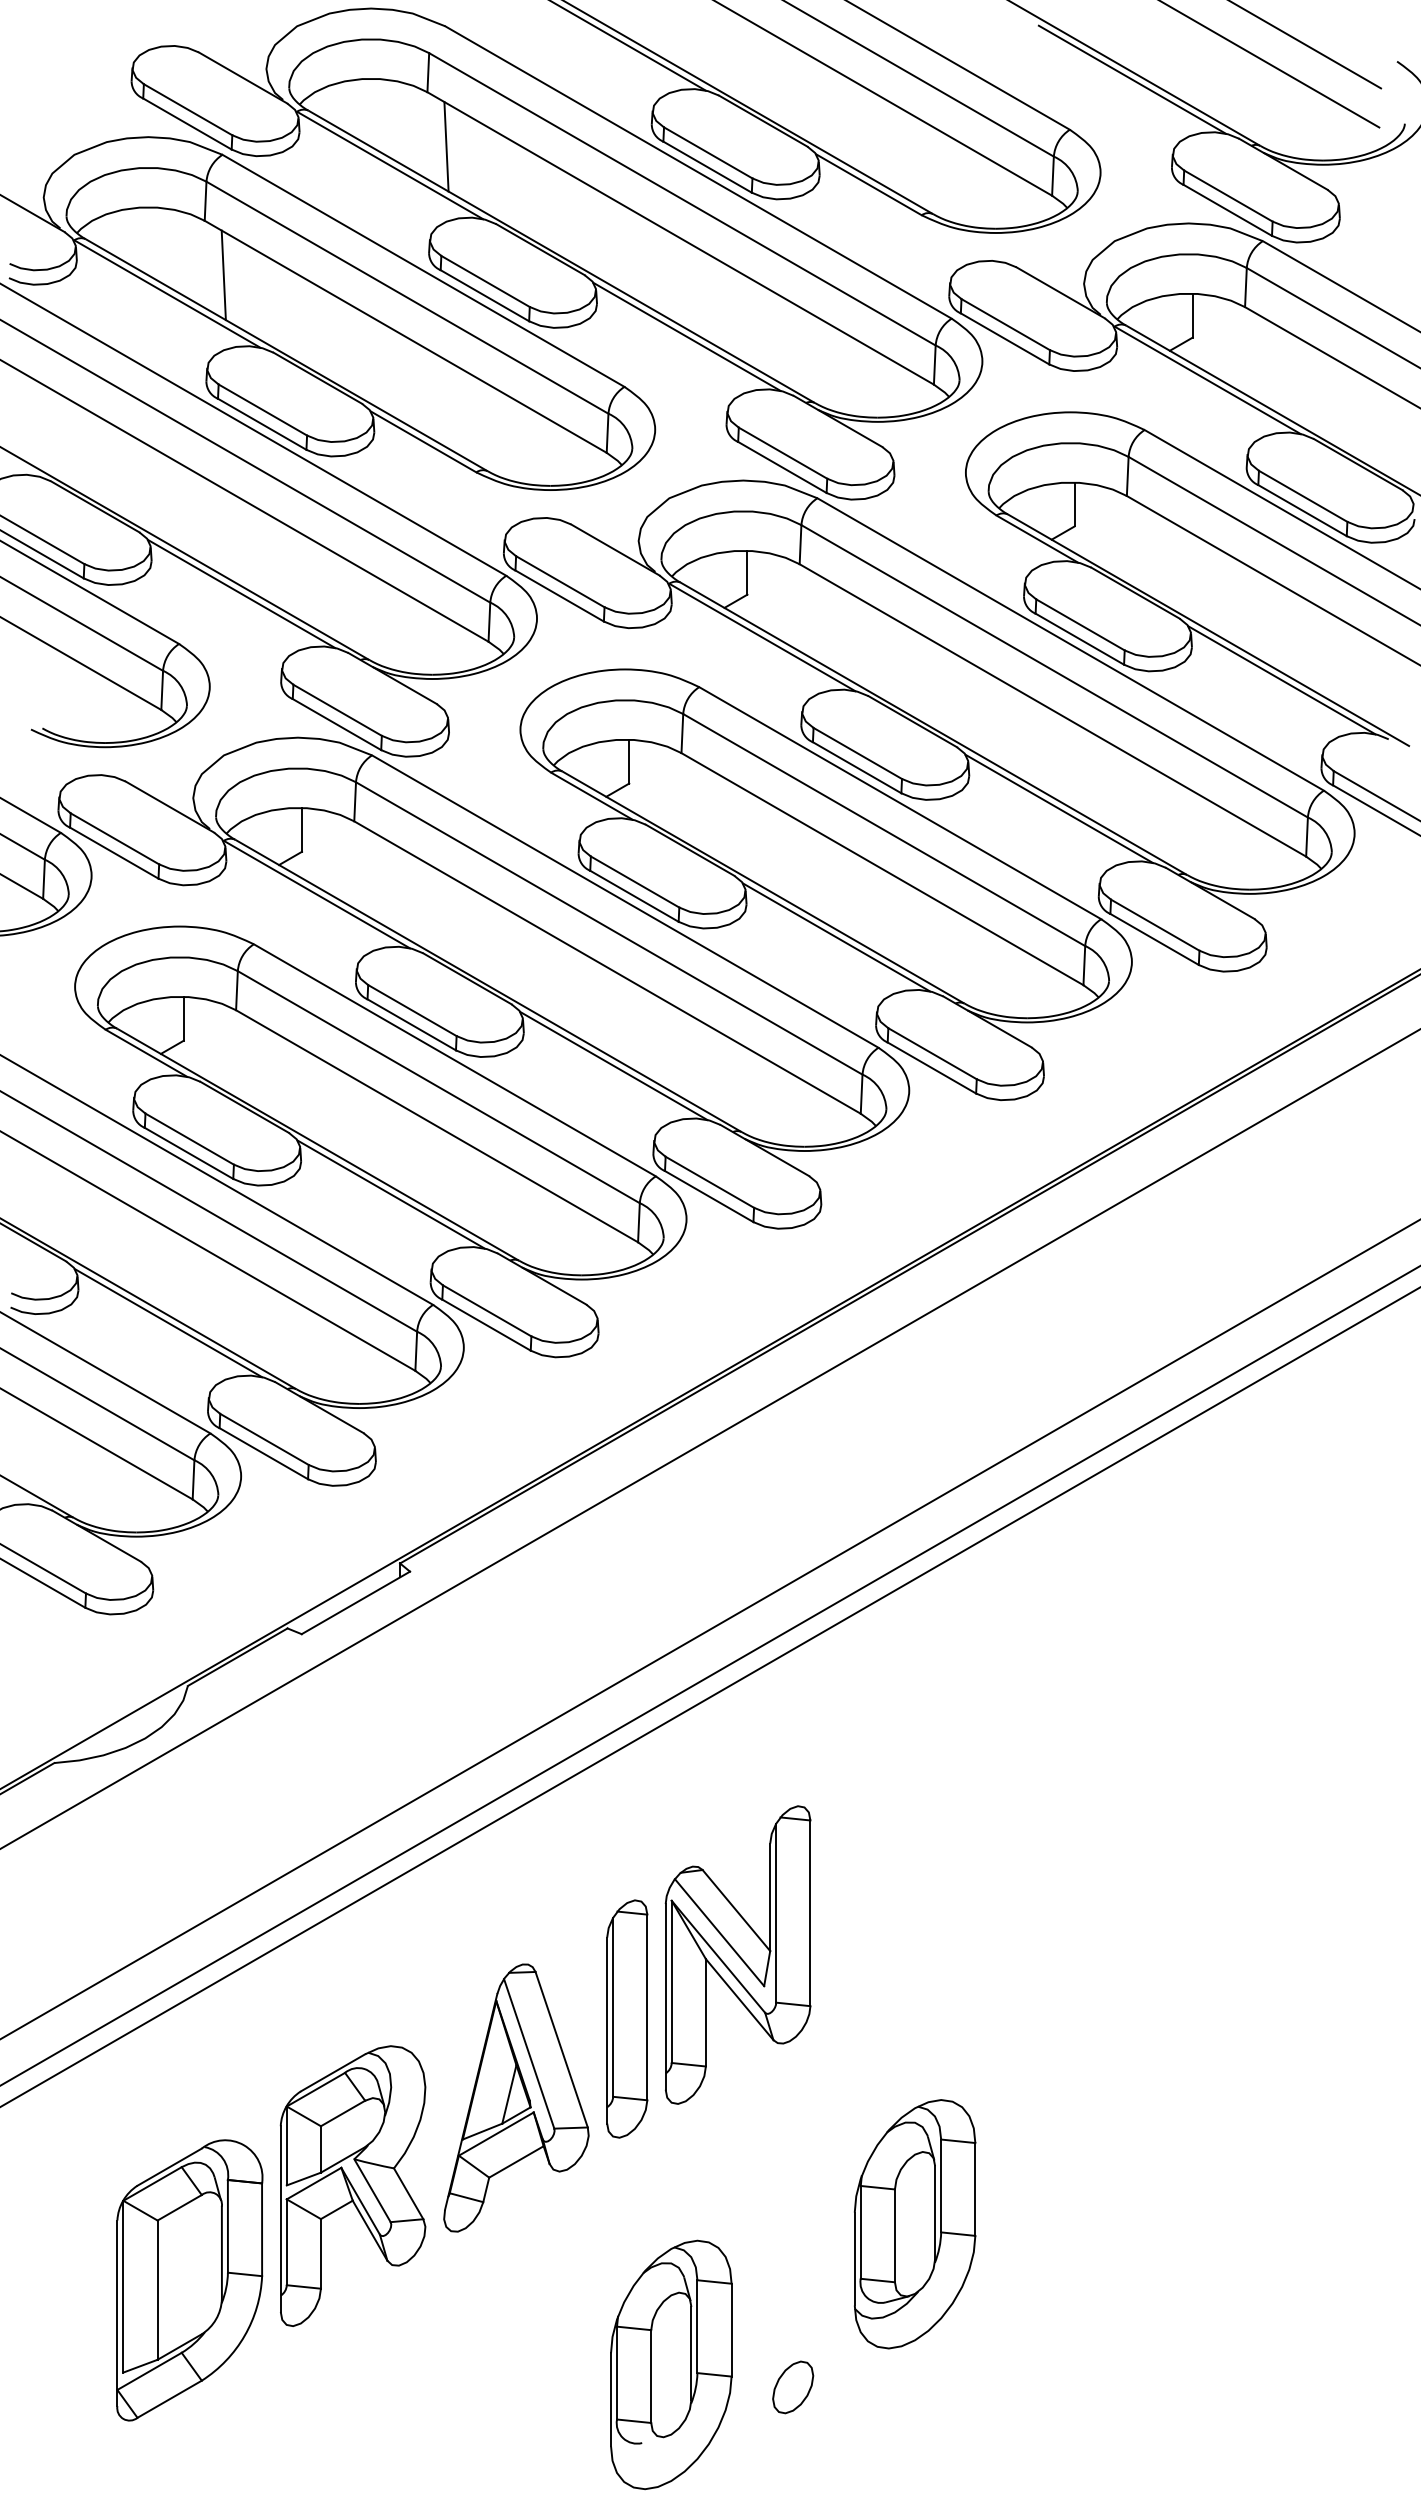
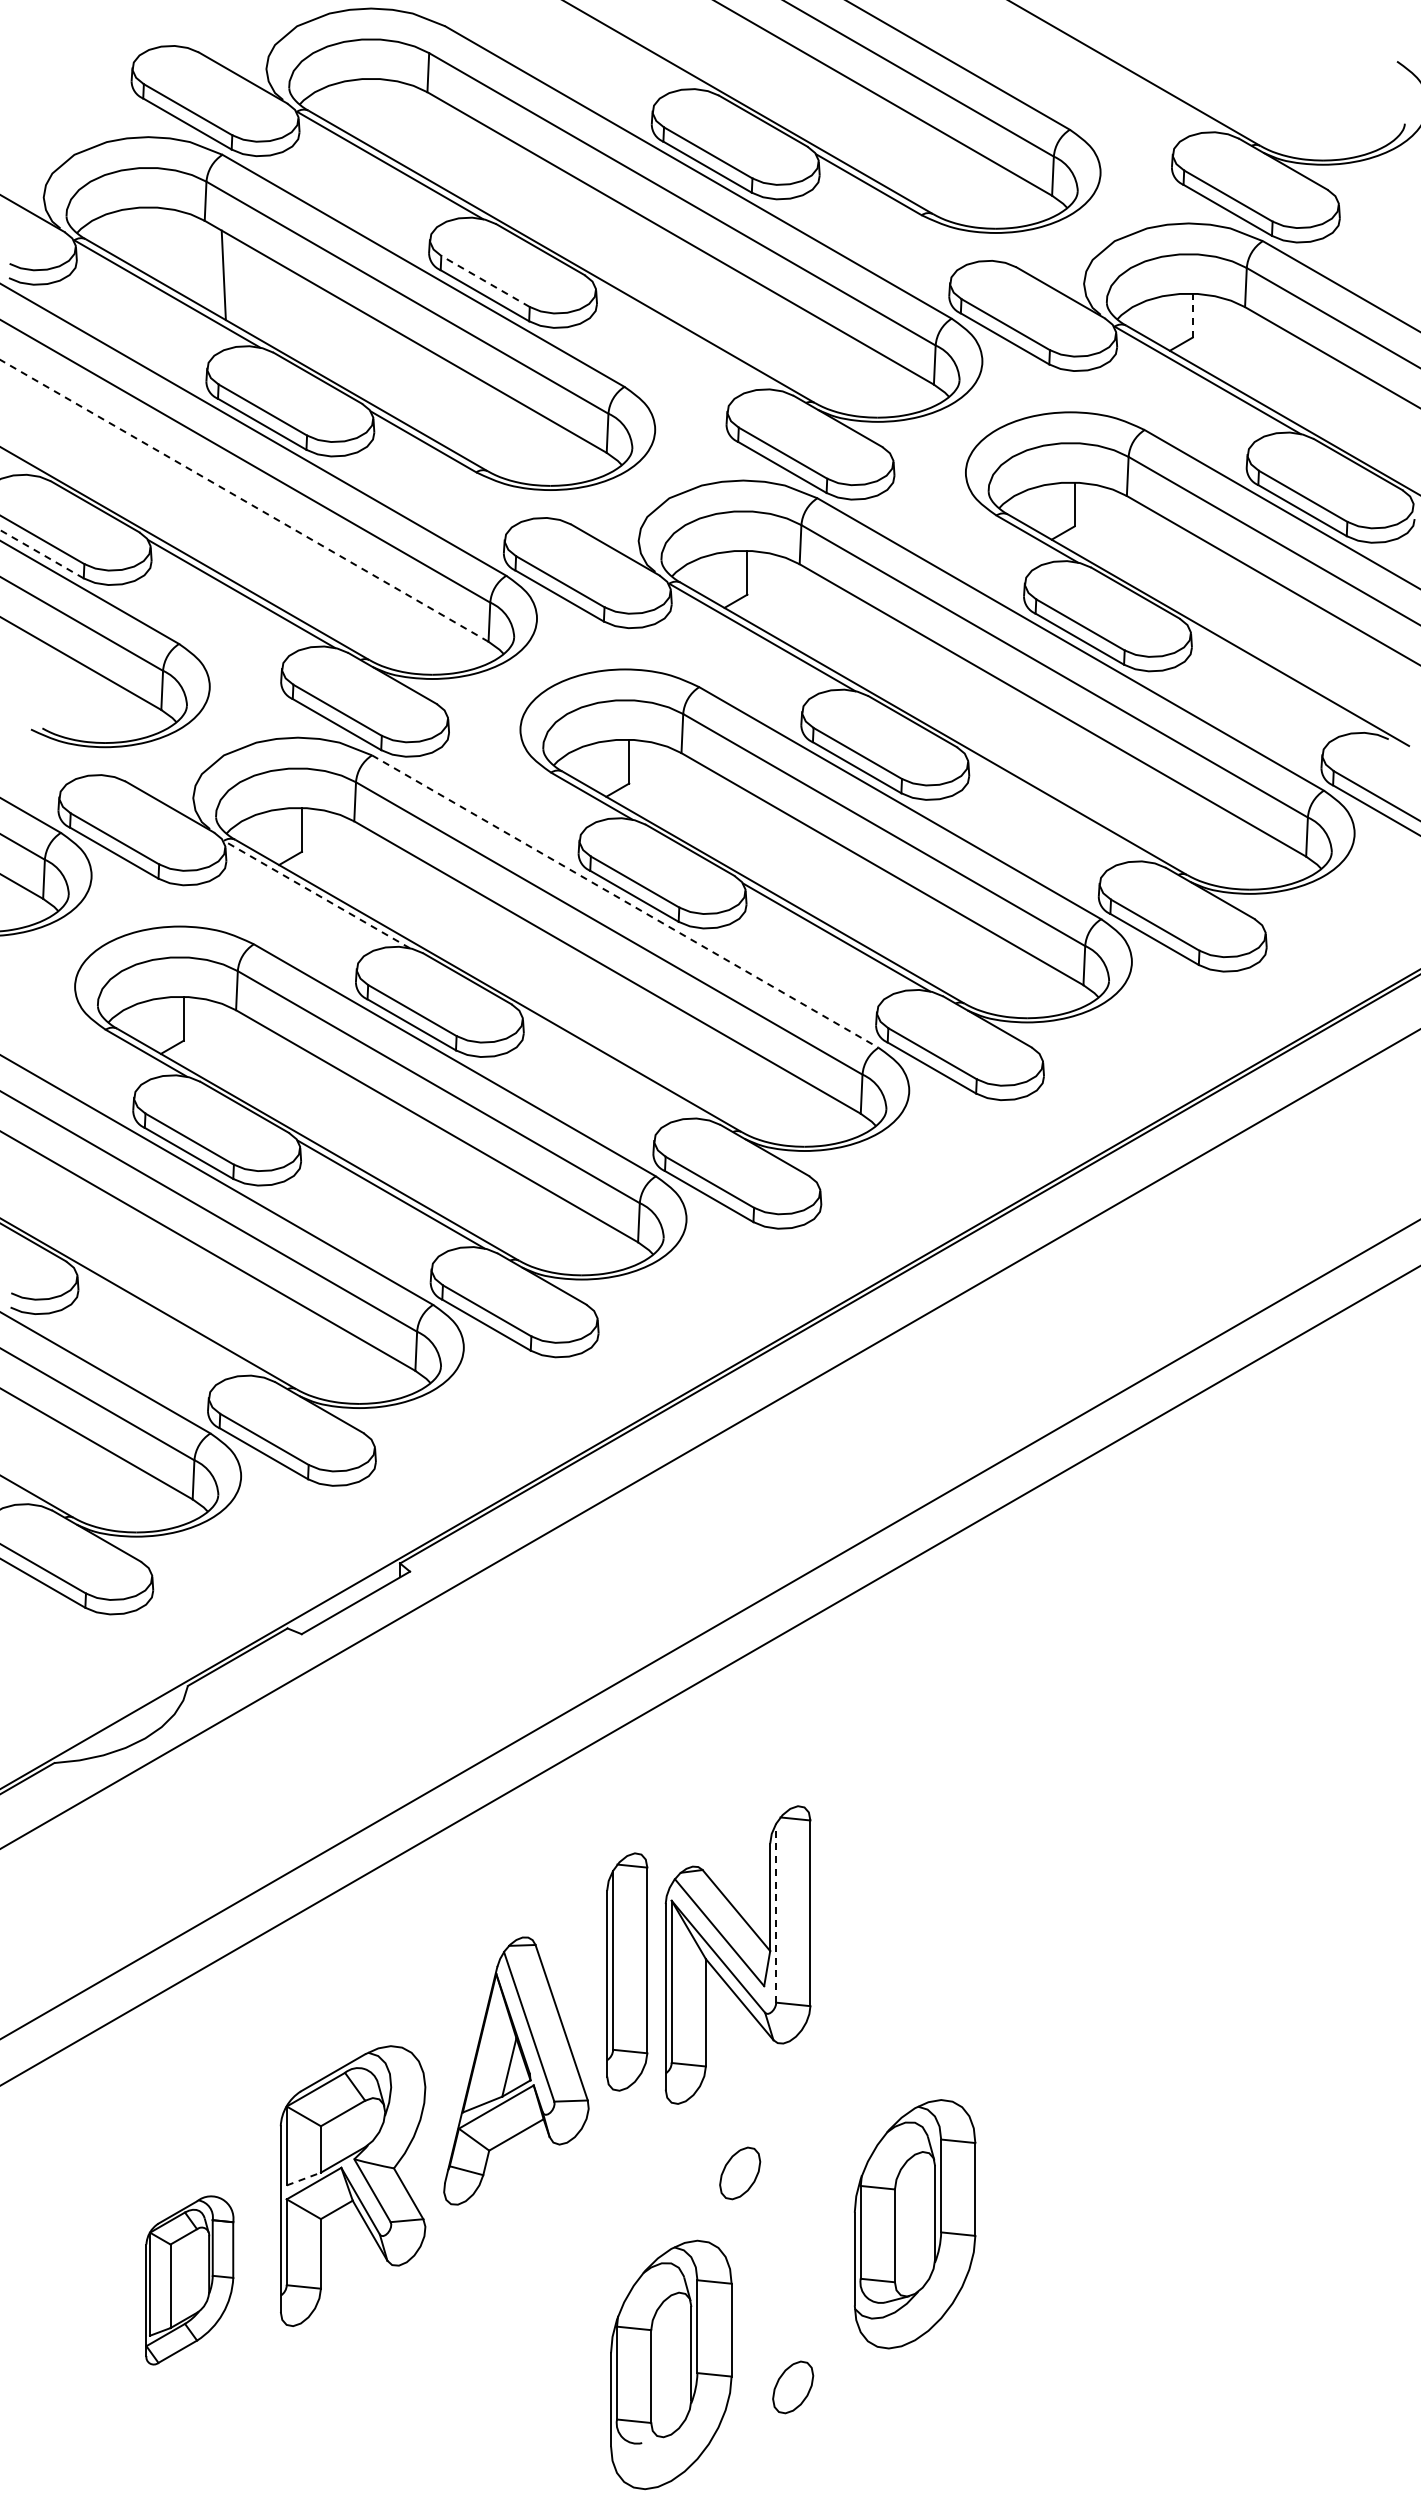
line at (1306, 45): present -> none
line at (628, 46): present -> none
line at (1270, 64): present -> none
line at (1131, 79): present -> none
line at (446, 146): present -> none
line at (485, 281): solid -> dashed
line at (1192, 315): solid -> dashed
line at (686, 336): present -> none
line at (244, 500): solid -> dashed
line at (41, 554): solid -> dashed
line at (1281, 680): present -> none
line at (1058, 808): present -> none
line at (316, 894): solid -> dashed
line at (625, 901): solid -> dashed
line at (613, 1065): present -> none
line at (168, 1323): present -> none
line at (709, 1696): present -> none
line at (776, 1913): solid -> dashed
part at (627, 2018) position: (627, 2018) -> (627, 1971)
part at (516, 2097) position: (516, 2097) -> (516, 2070)
part at (740, 2173): none -> present
line at (304, 2178): solid -> dashed
part at (189, 2280) size: 148x283 px -> 90x171 px
